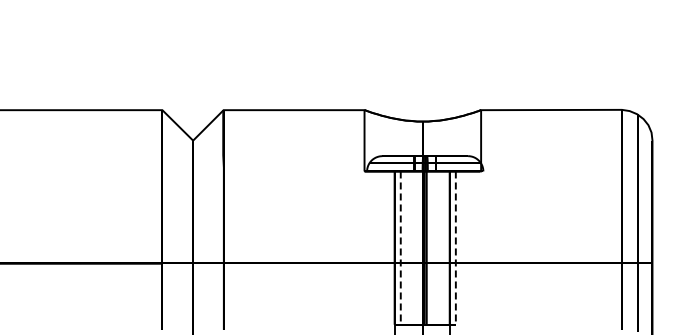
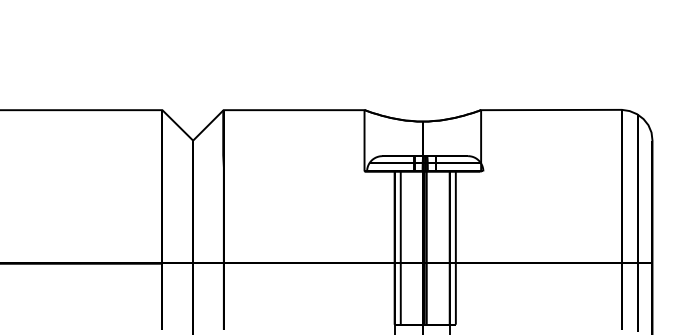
line at (400, 248): dashed -> solid
line at (455, 248): dashed -> solid
